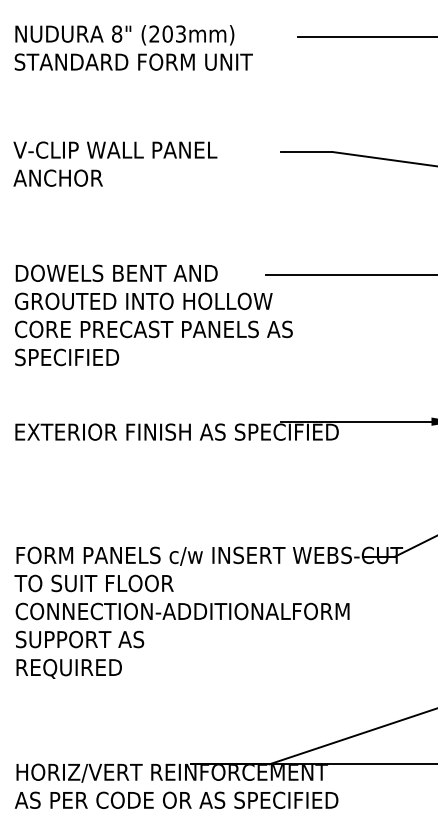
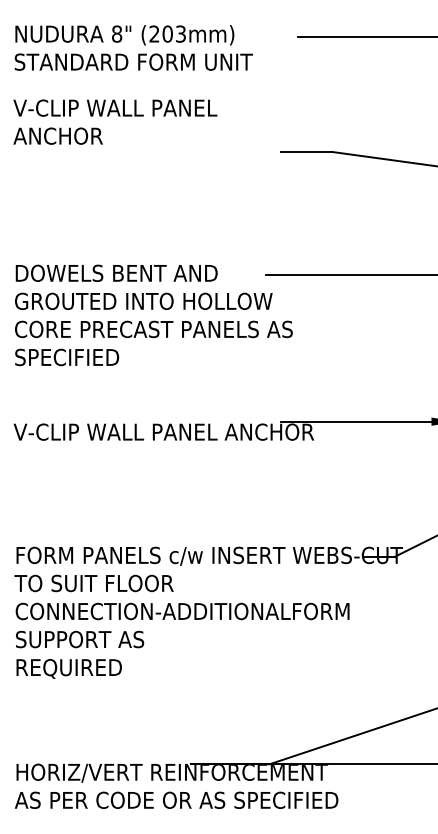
text at (115, 163) position: (115, 163) -> (115, 121)
text at (175, 431): EXTERIOR FINISH AS SPECIFIED -> V-CLIP WALL PANEL ANCHOR
